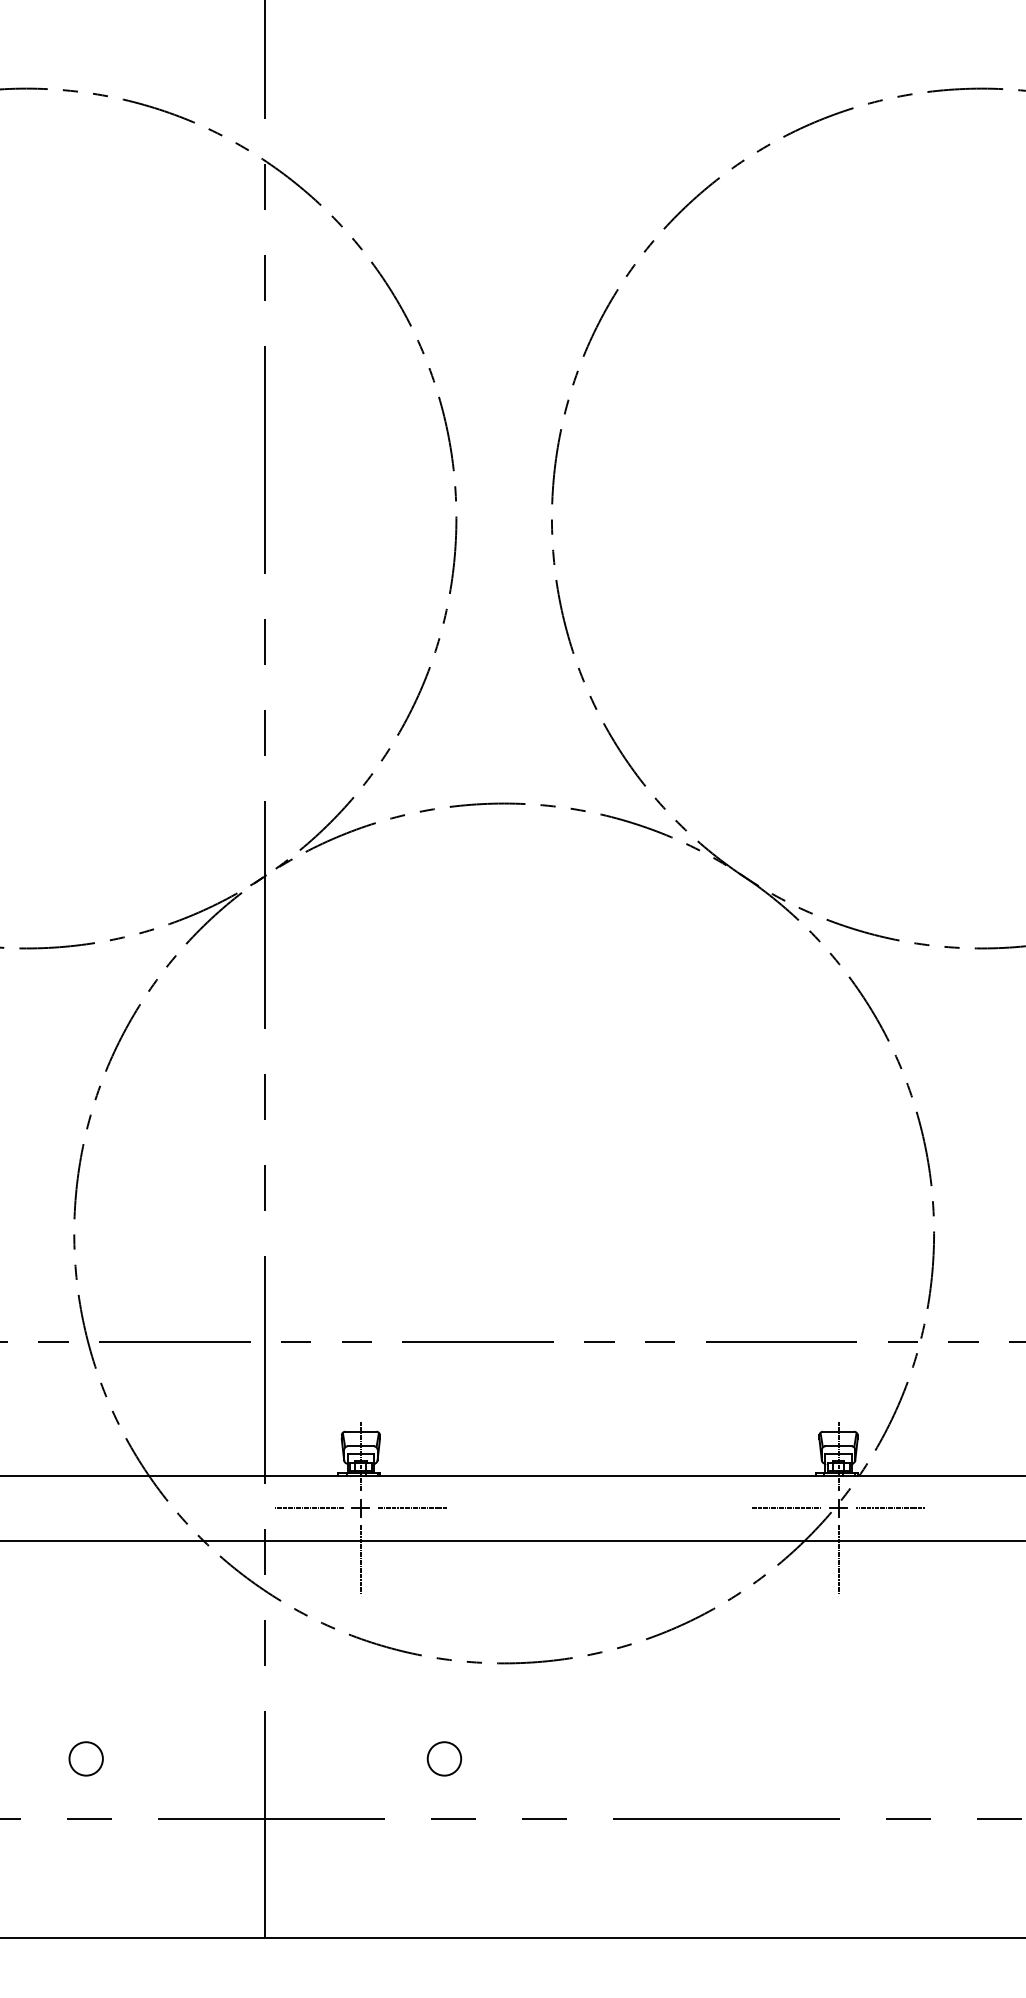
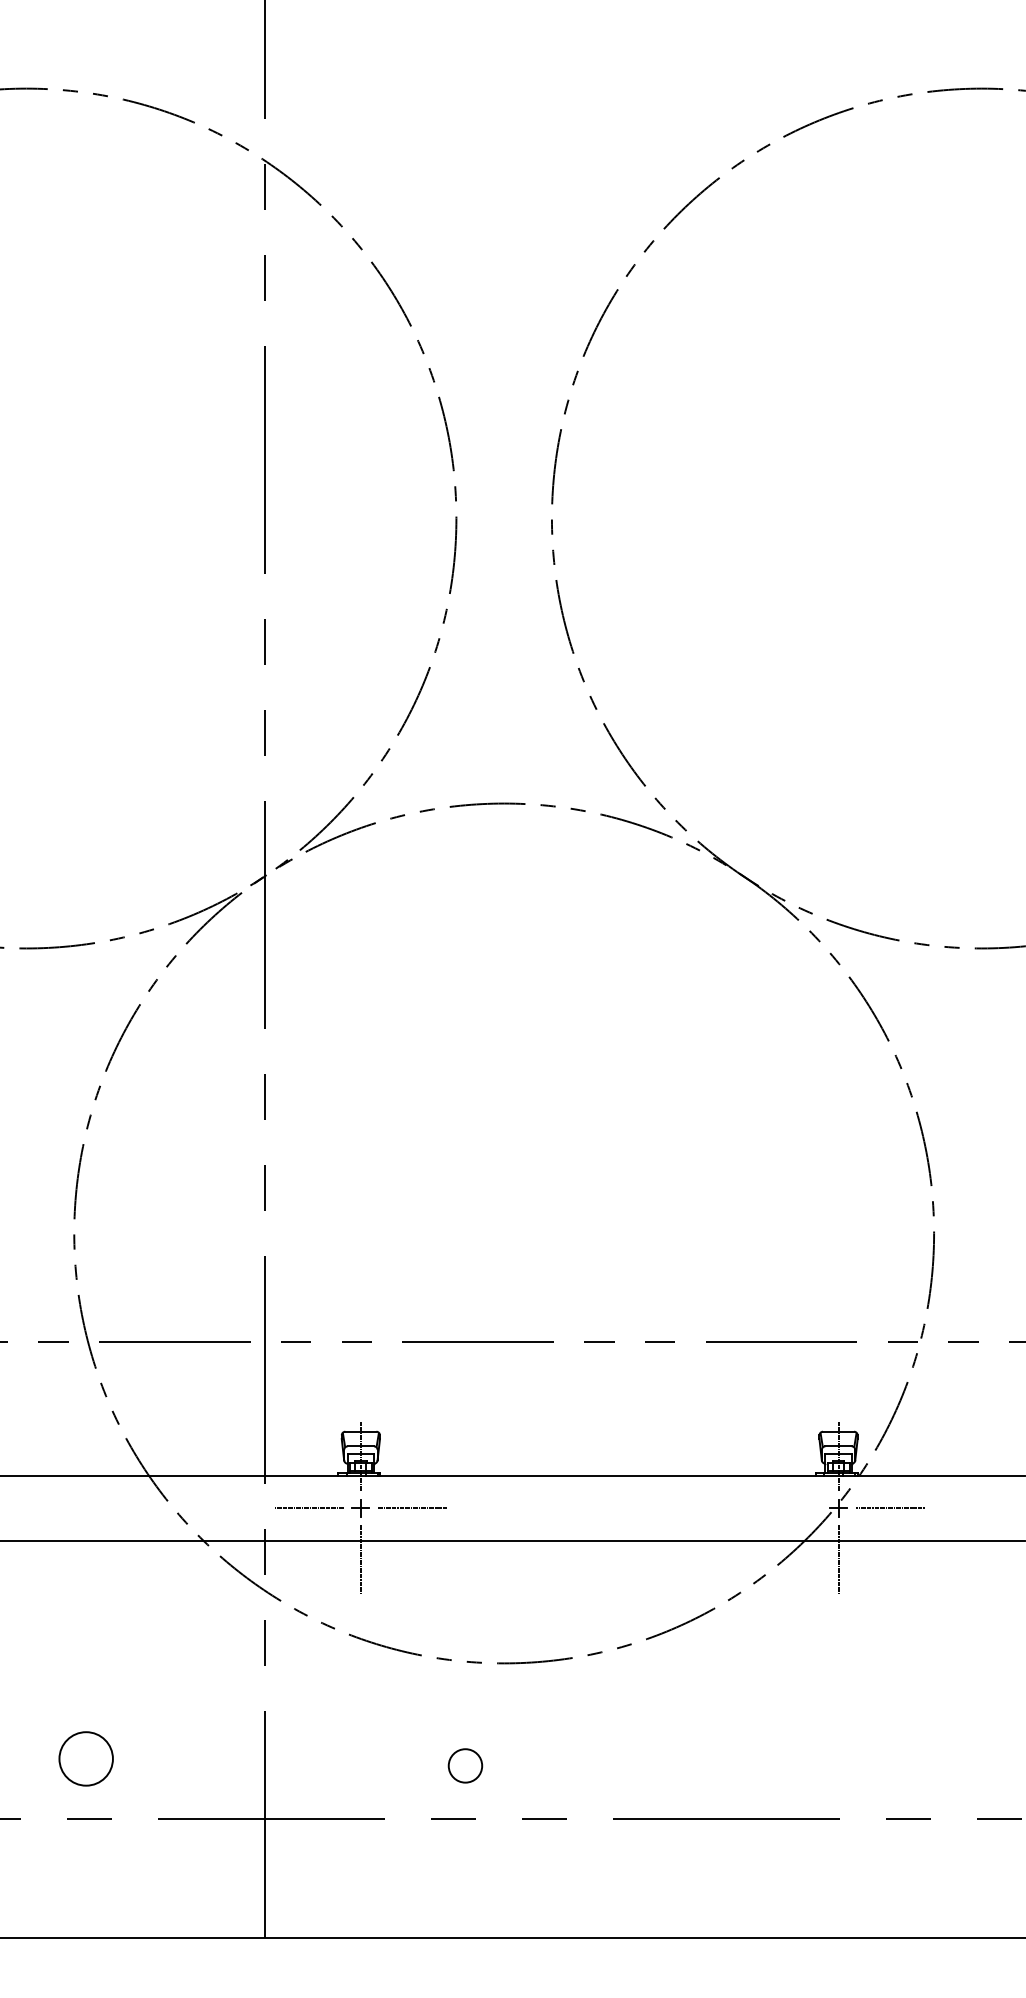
line at (786, 1508): present -> none
circle at (85, 1758) diameter: 33 px -> 54 px
circle at (444, 1758) position: (444, 1758) -> (465, 1765)
